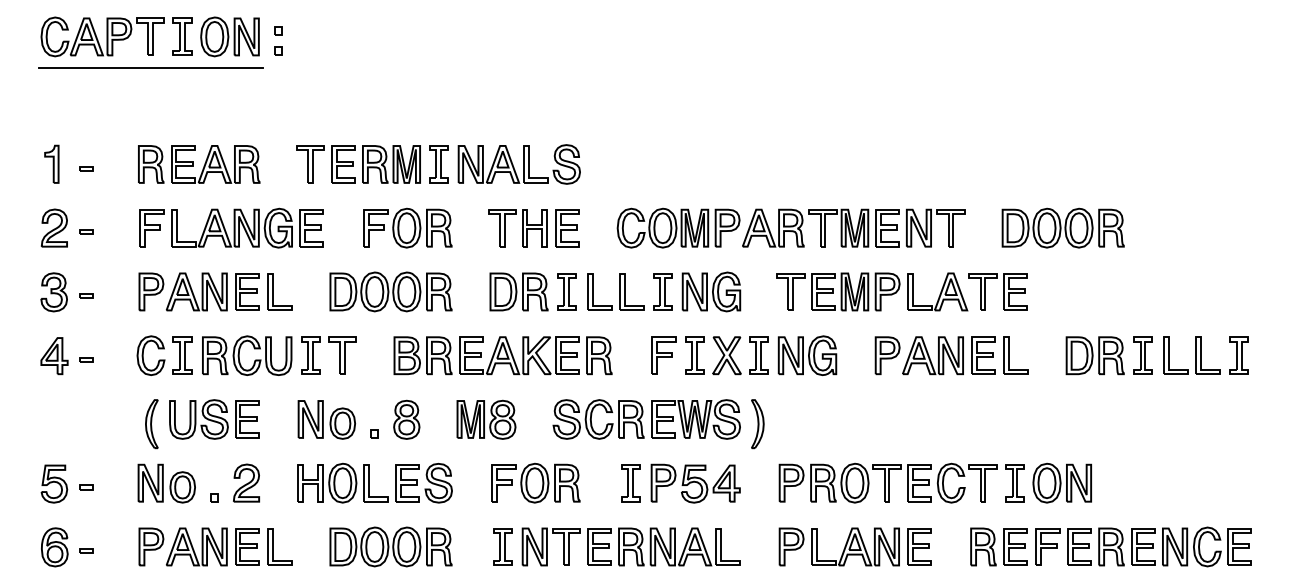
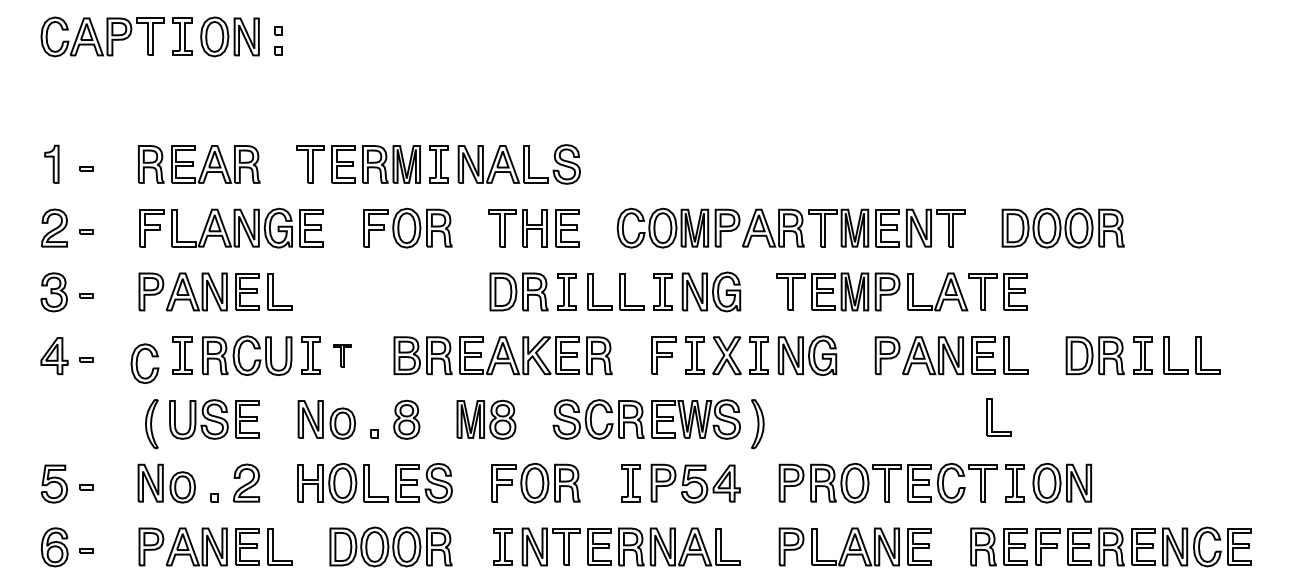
line at (150, 67): present -> none
part at (390, 291): present -> none
part at (143, 355) position: (143, 355) -> (137, 363)
part at (342, 355) size: 29x39 px -> 19x24 px
part at (1238, 355): present -> none
part at (998, 417): none -> present
